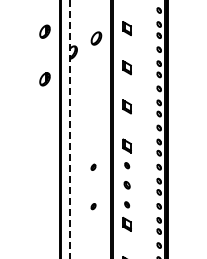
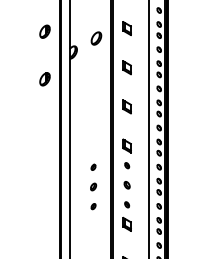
line at (149, 128): none -> present
line at (69, 129): dashed -> solid
part at (93, 186): none -> present
